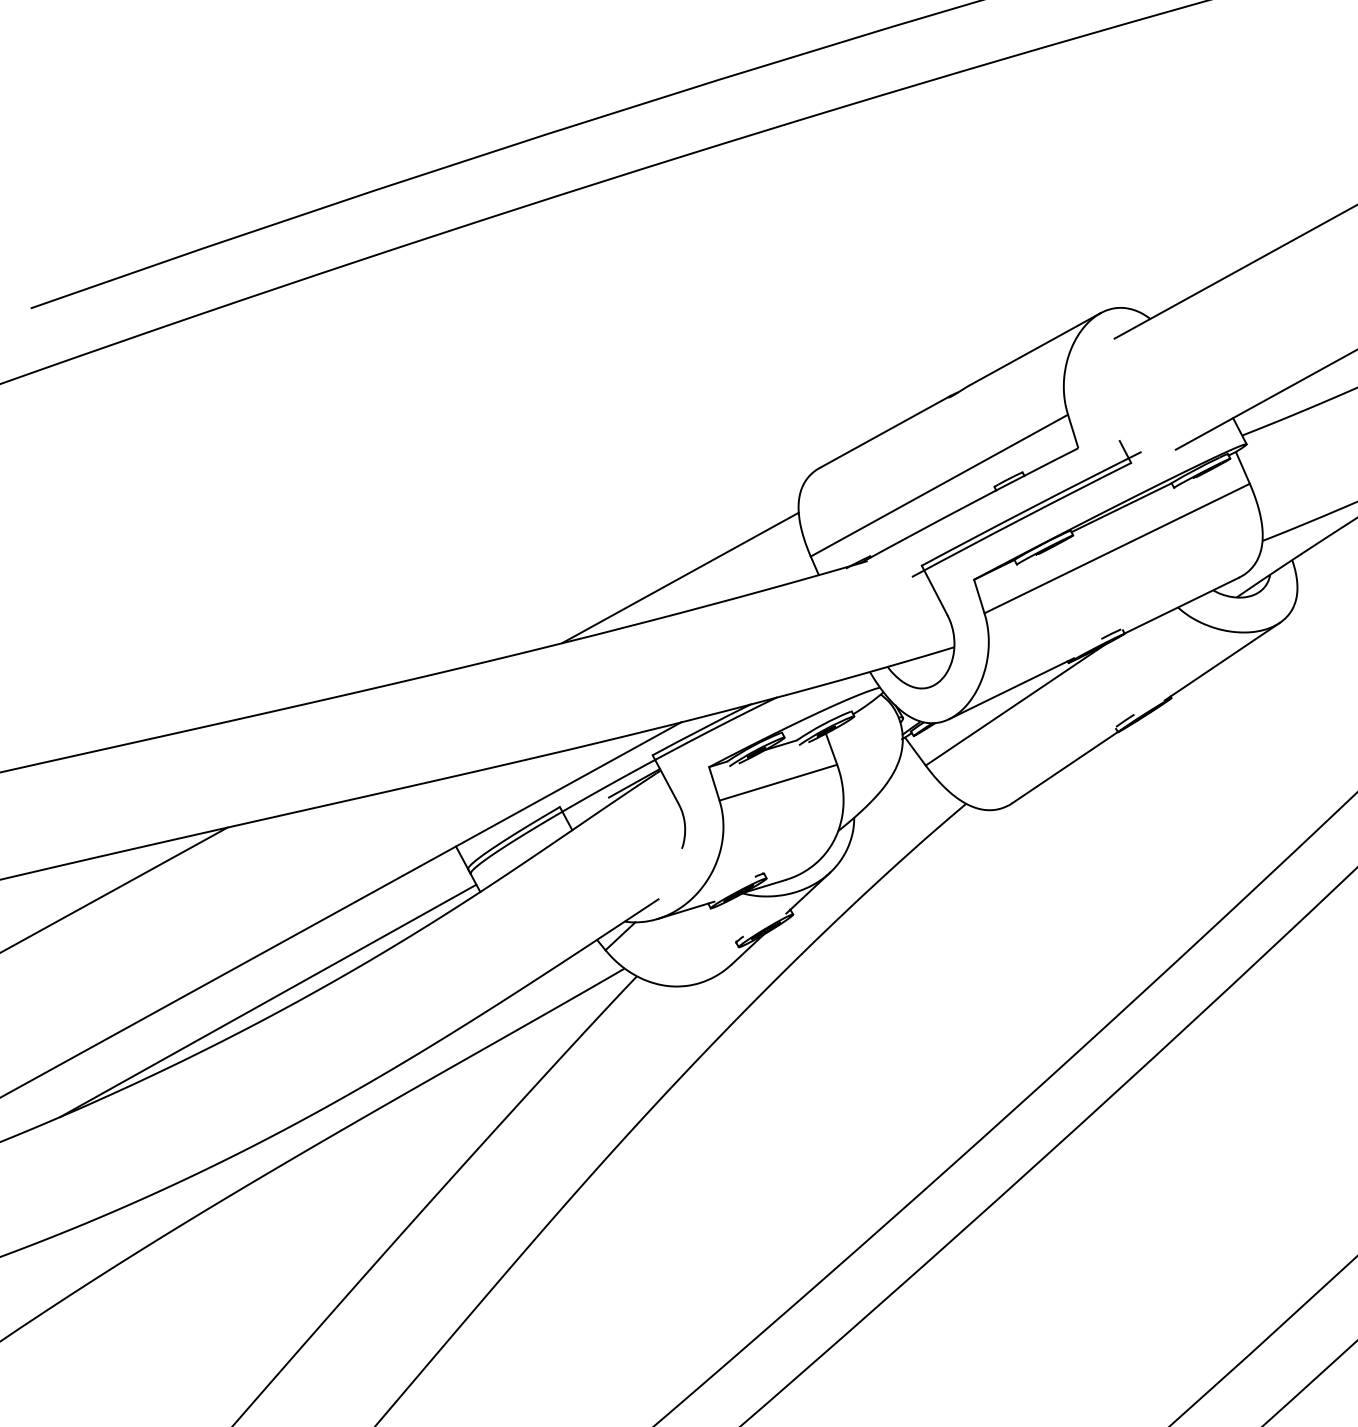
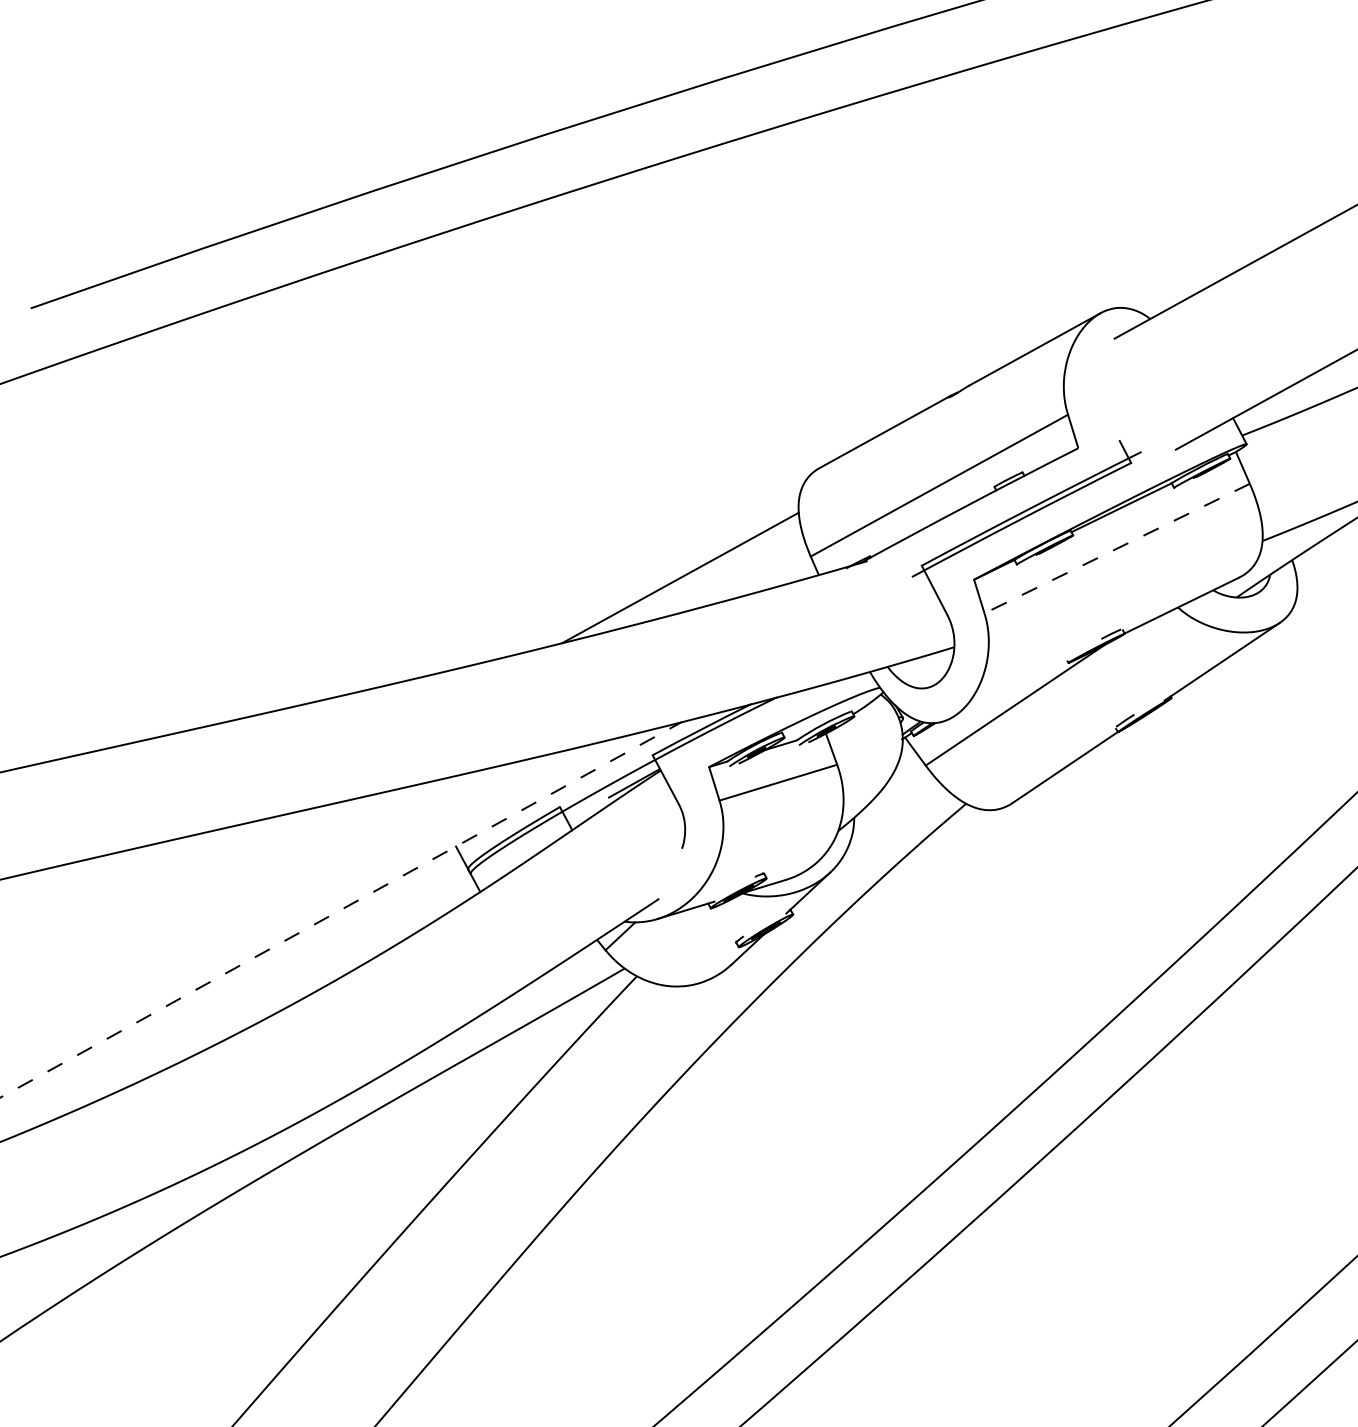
line at (1117, 548): solid -> dashed
line at (1011, 688): present -> none
line at (114, 889): present -> none
line at (341, 909): solid -> dashed
line at (268, 1000): present -> none
